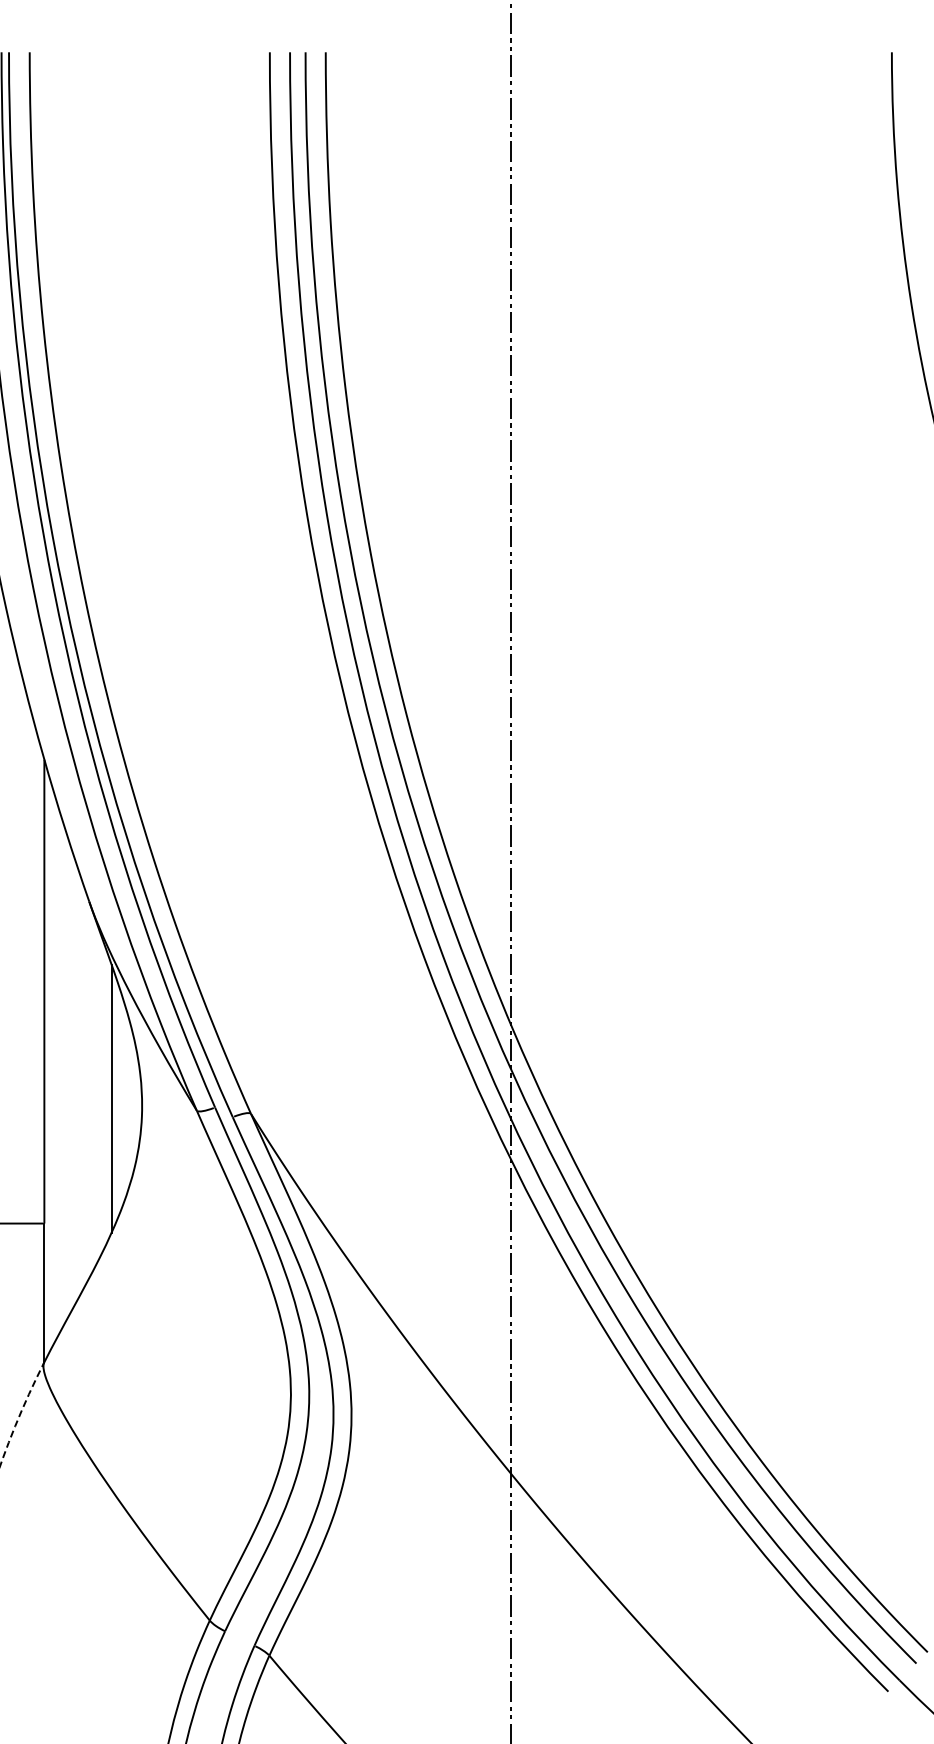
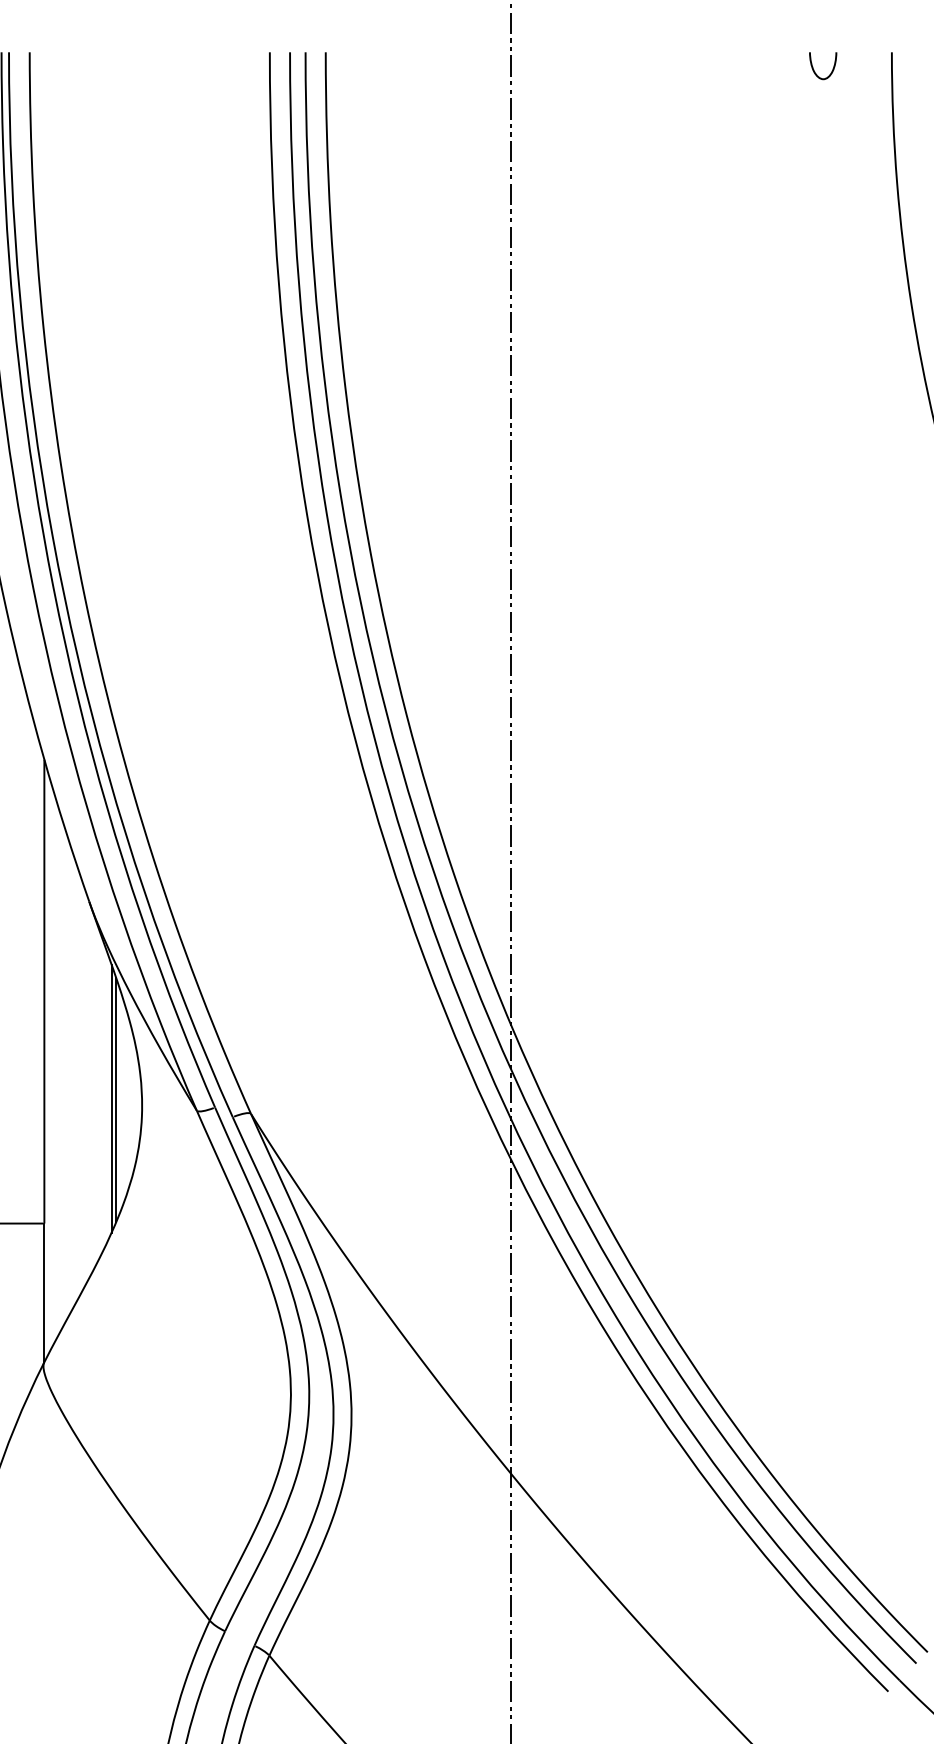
curve at (832, 68): none -> present
line at (116, 1099): none -> present
arc at (20, 1413): dashed -> solid
